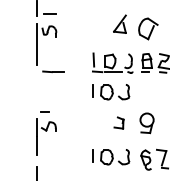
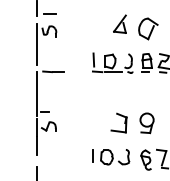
part at (111, 92): present -> none
line at (36, 93): none -> present
part at (118, 122) size: 12x14 px -> 18x22 px
